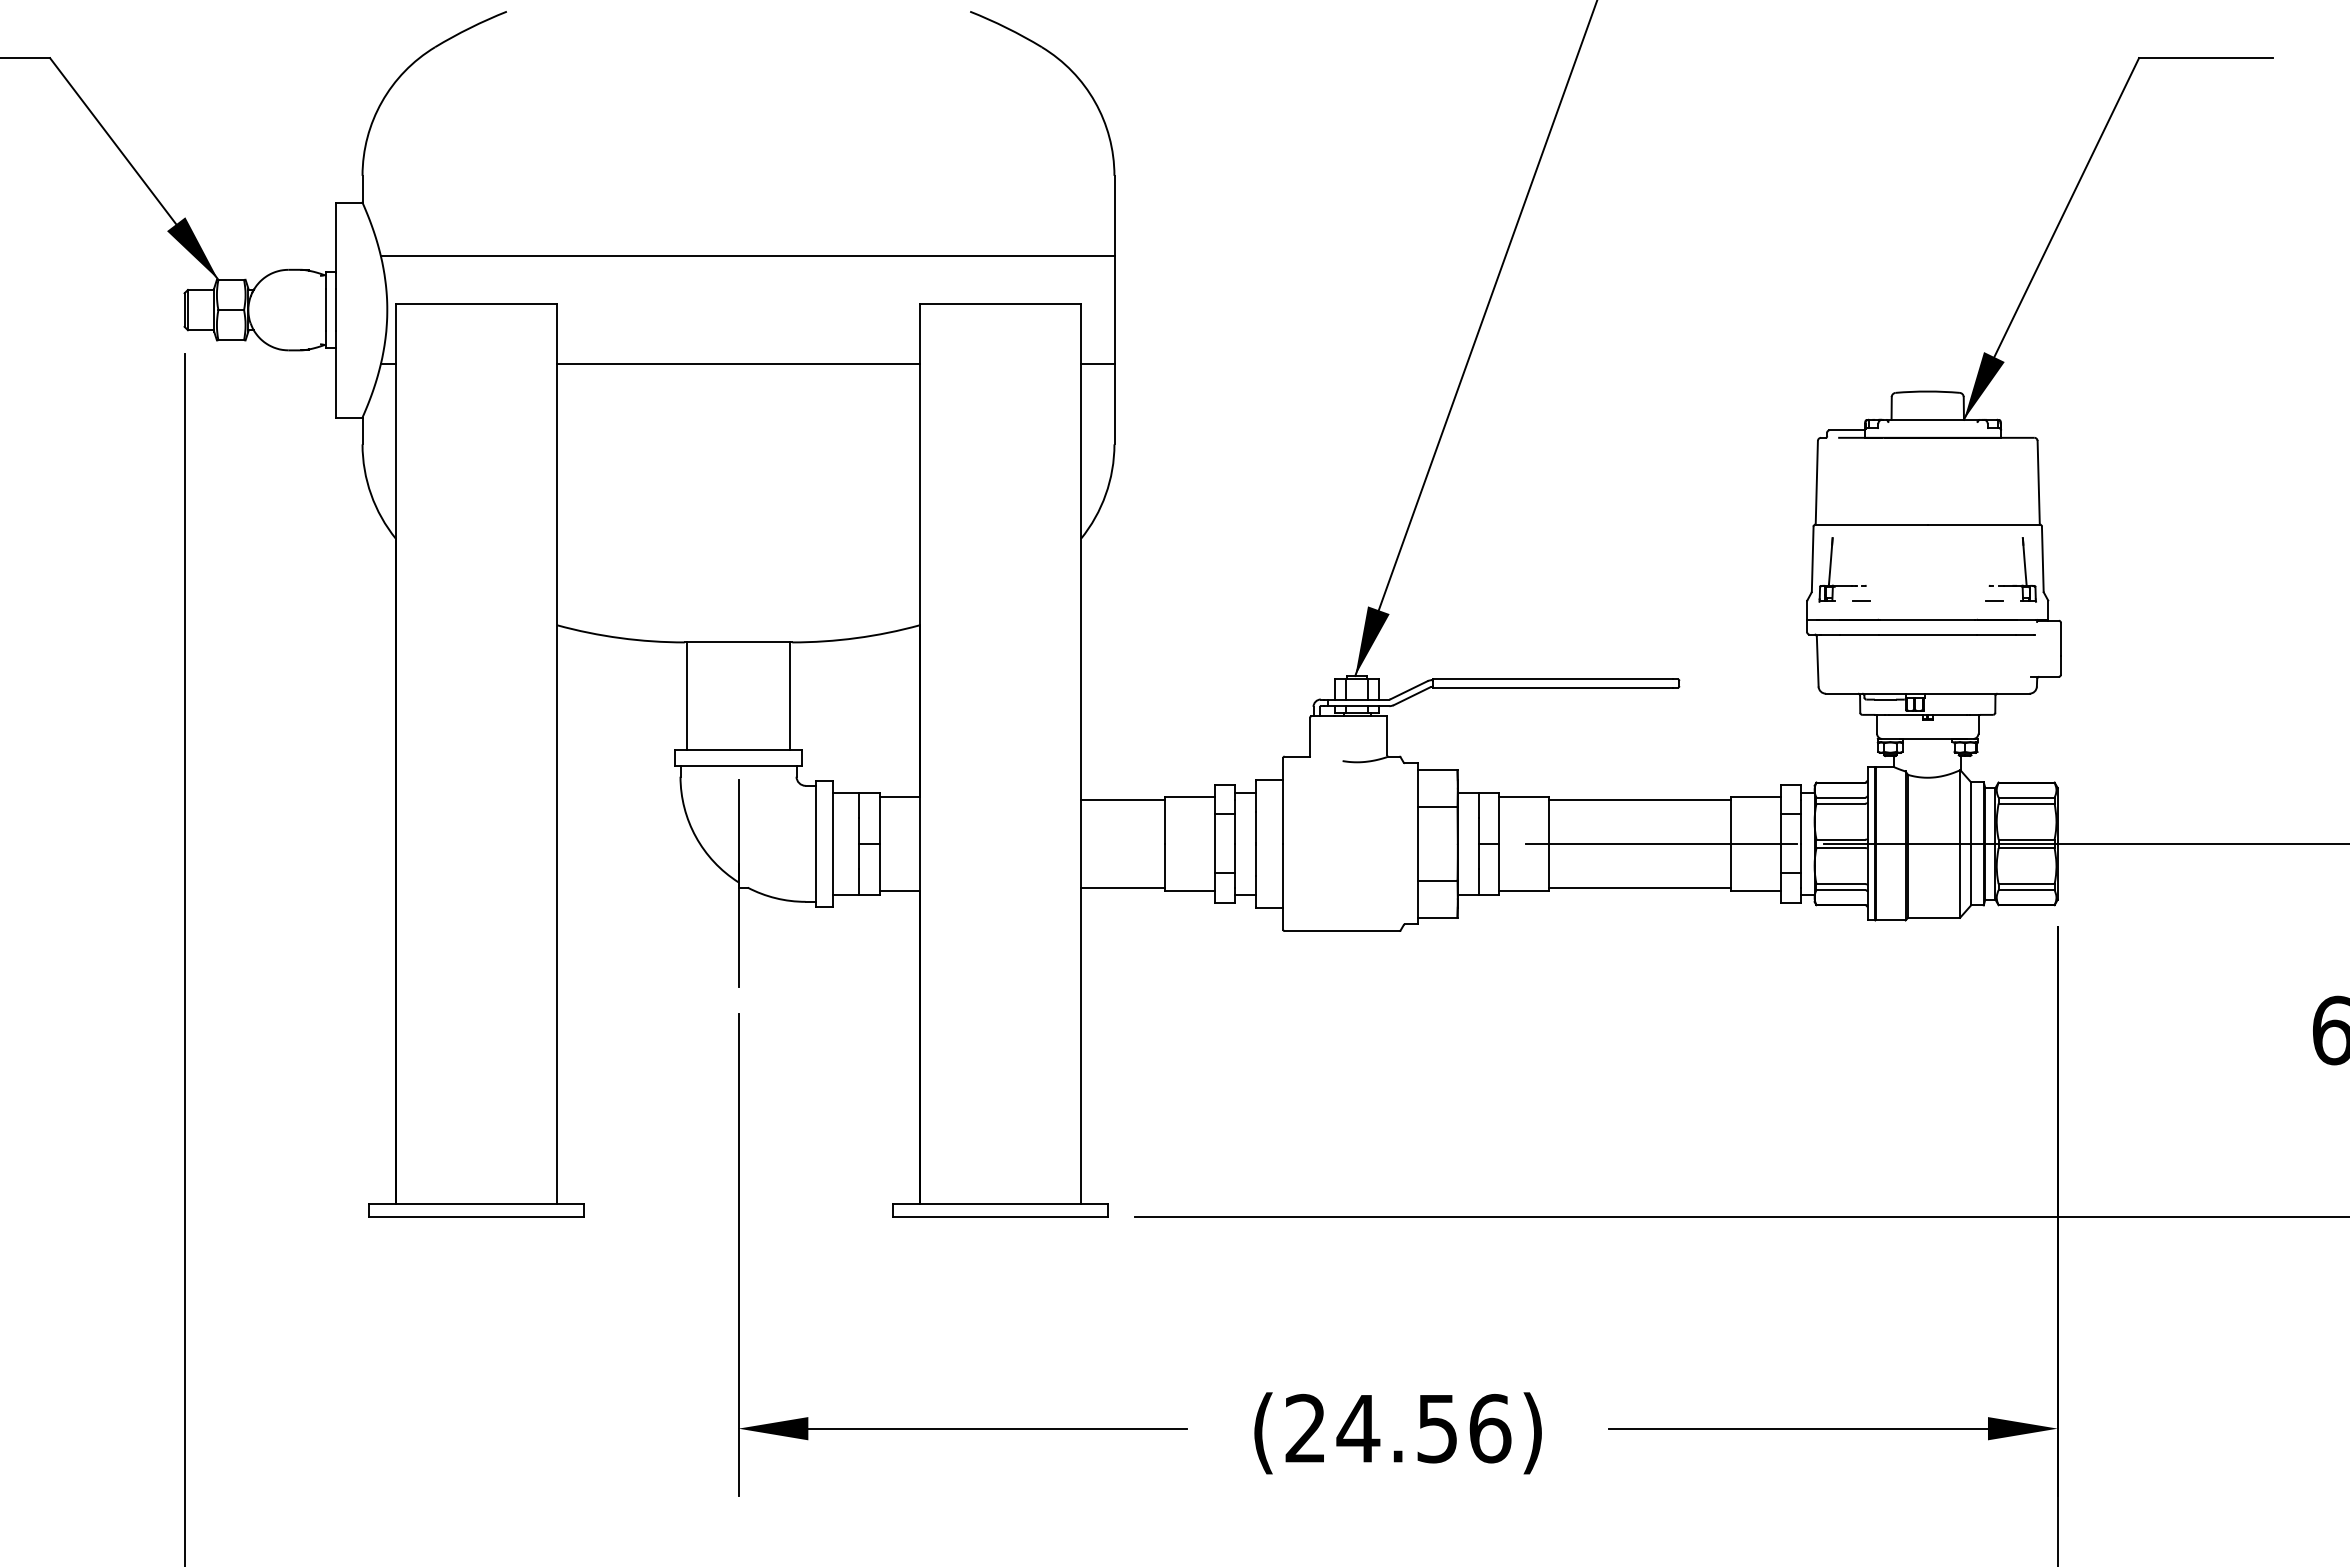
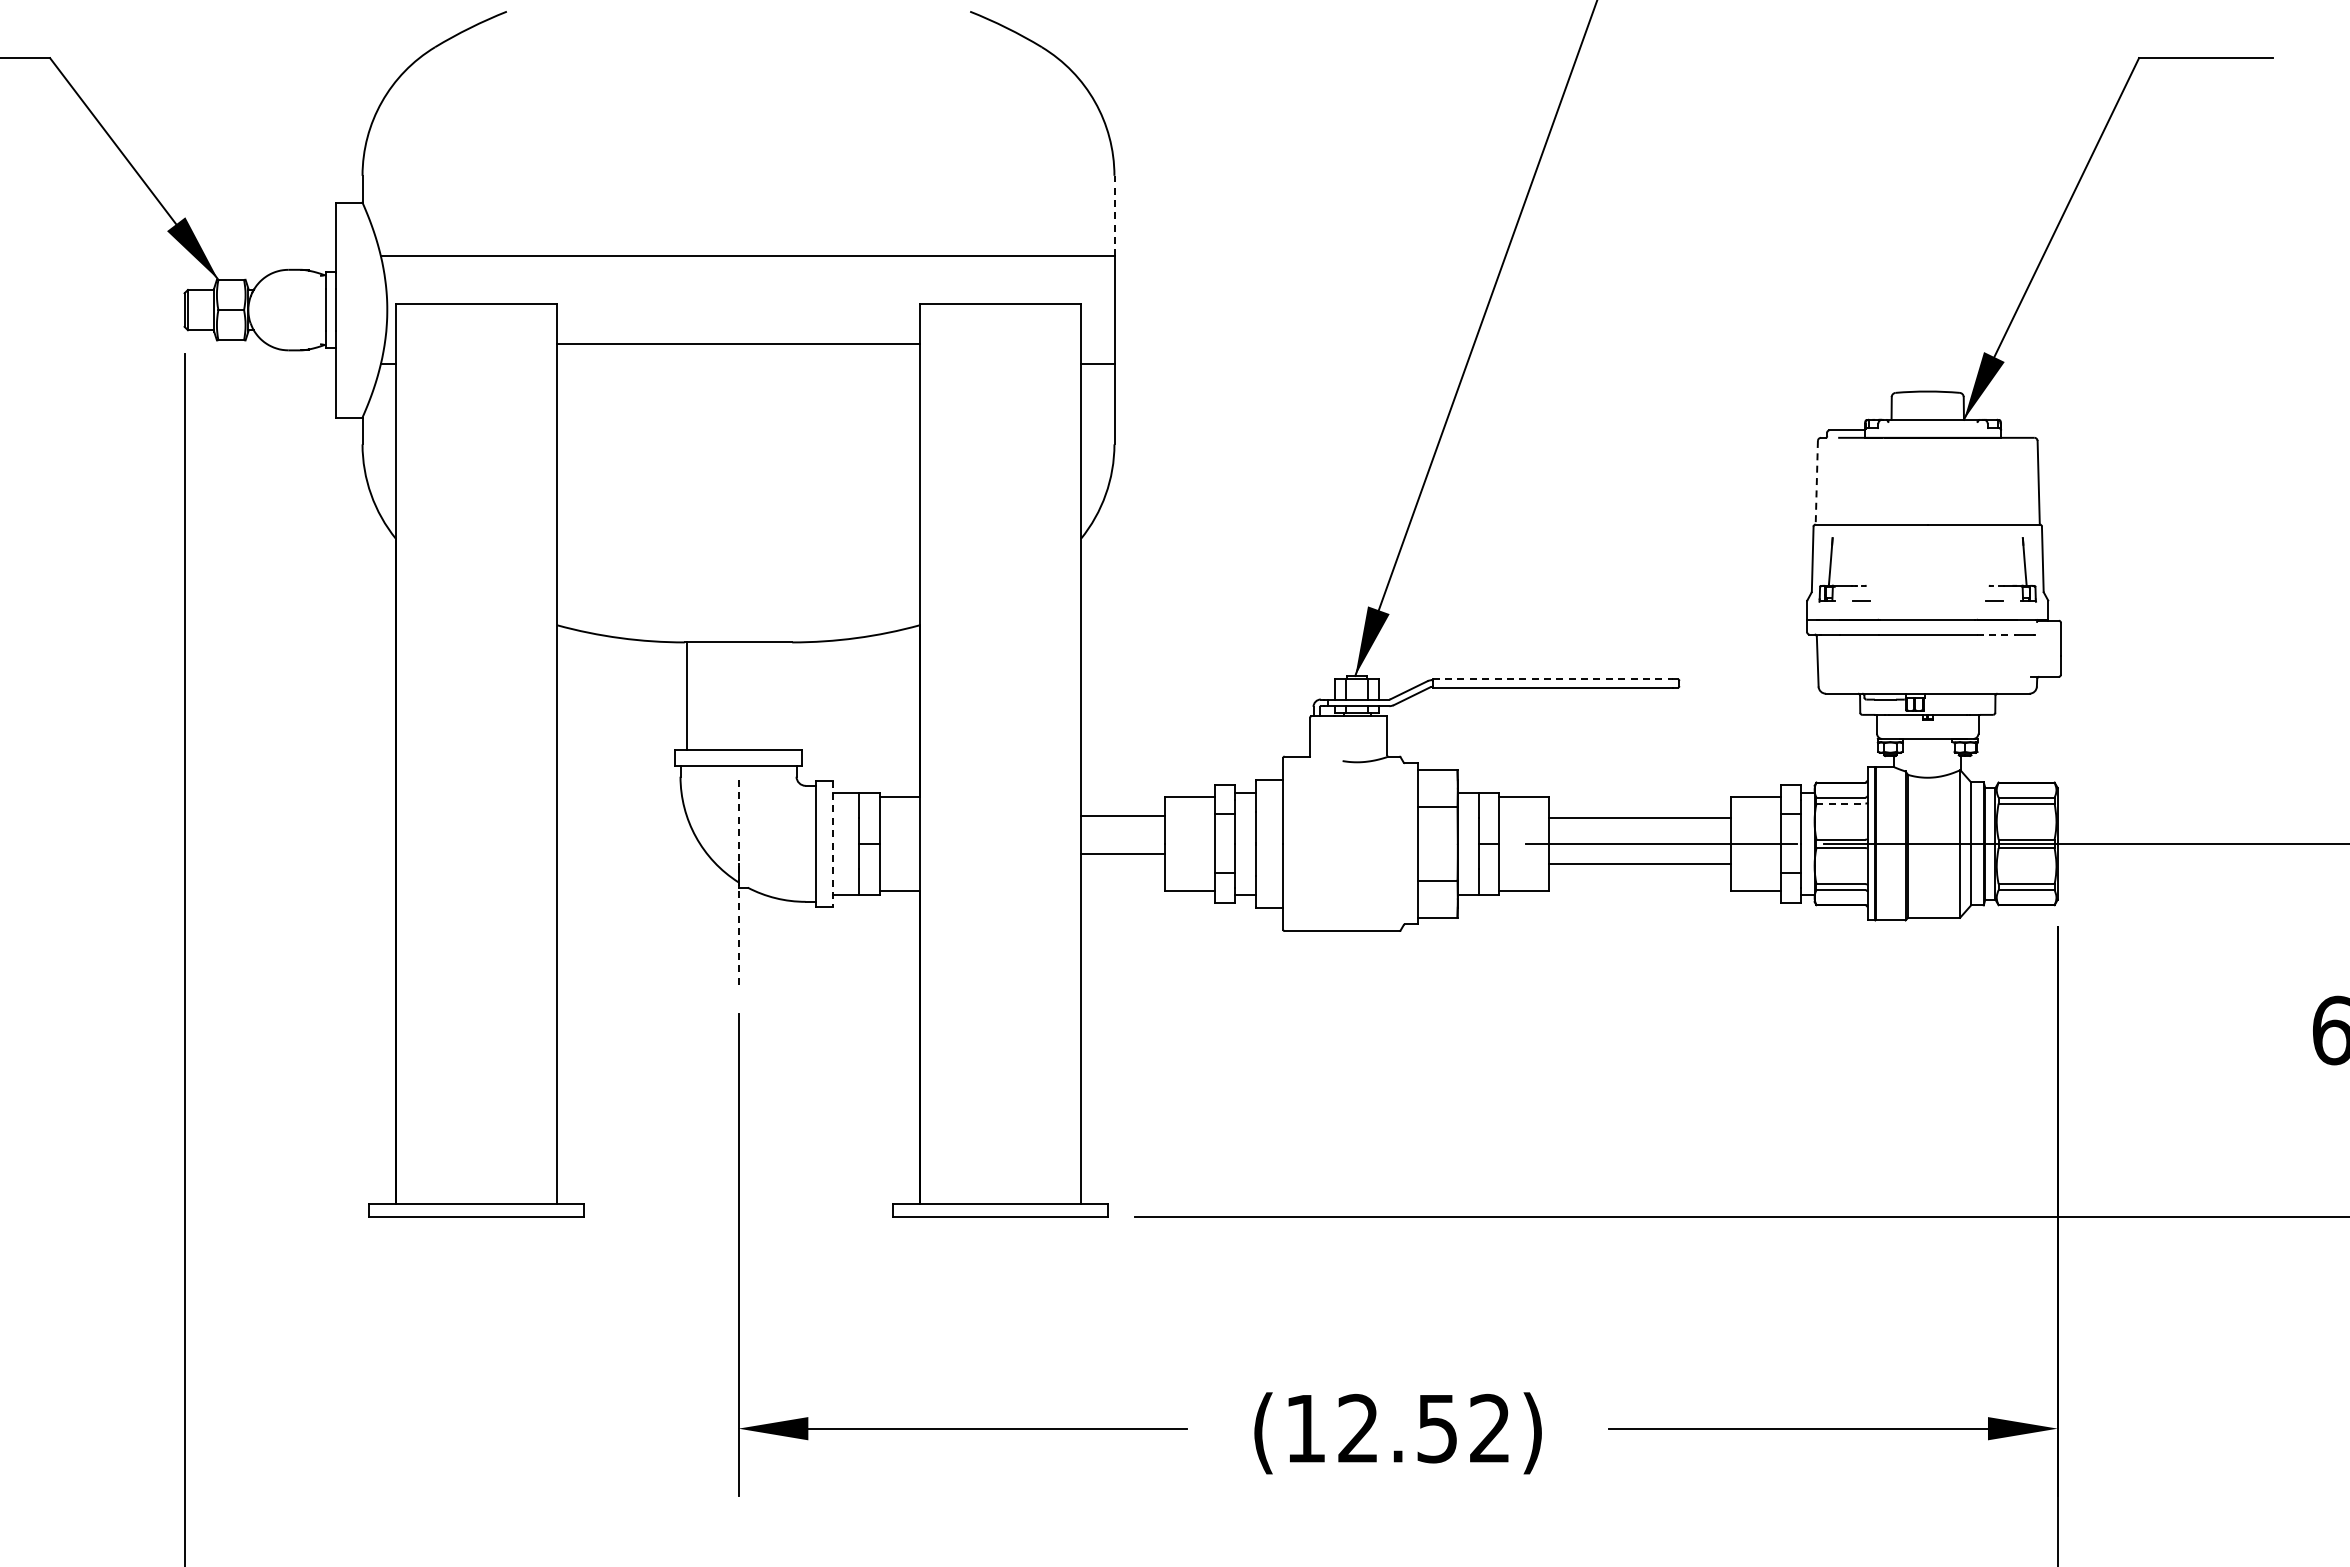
line at (1114, 215): solid -> dashed
line at (738, 363) position: (738, 363) -> (738, 343)
line at (1816, 482): solid -> dashed
line at (1996, 634): solid -> dashed
line at (1553, 679): solid -> dashed
line at (789, 695): present -> none
line at (1122, 800) position: (1122, 800) -> (1122, 816)
line at (1639, 800) position: (1639, 800) -> (1639, 818)
line at (1841, 803): solid -> dashed
line at (832, 844): solid -> dashed
line at (738, 883): solid -> dashed
line at (1122, 887) position: (1122, 887) -> (1122, 853)
line at (1639, 887) position: (1639, 887) -> (1639, 863)
text at (1398, 1428): (24.56) -> (12.52)
